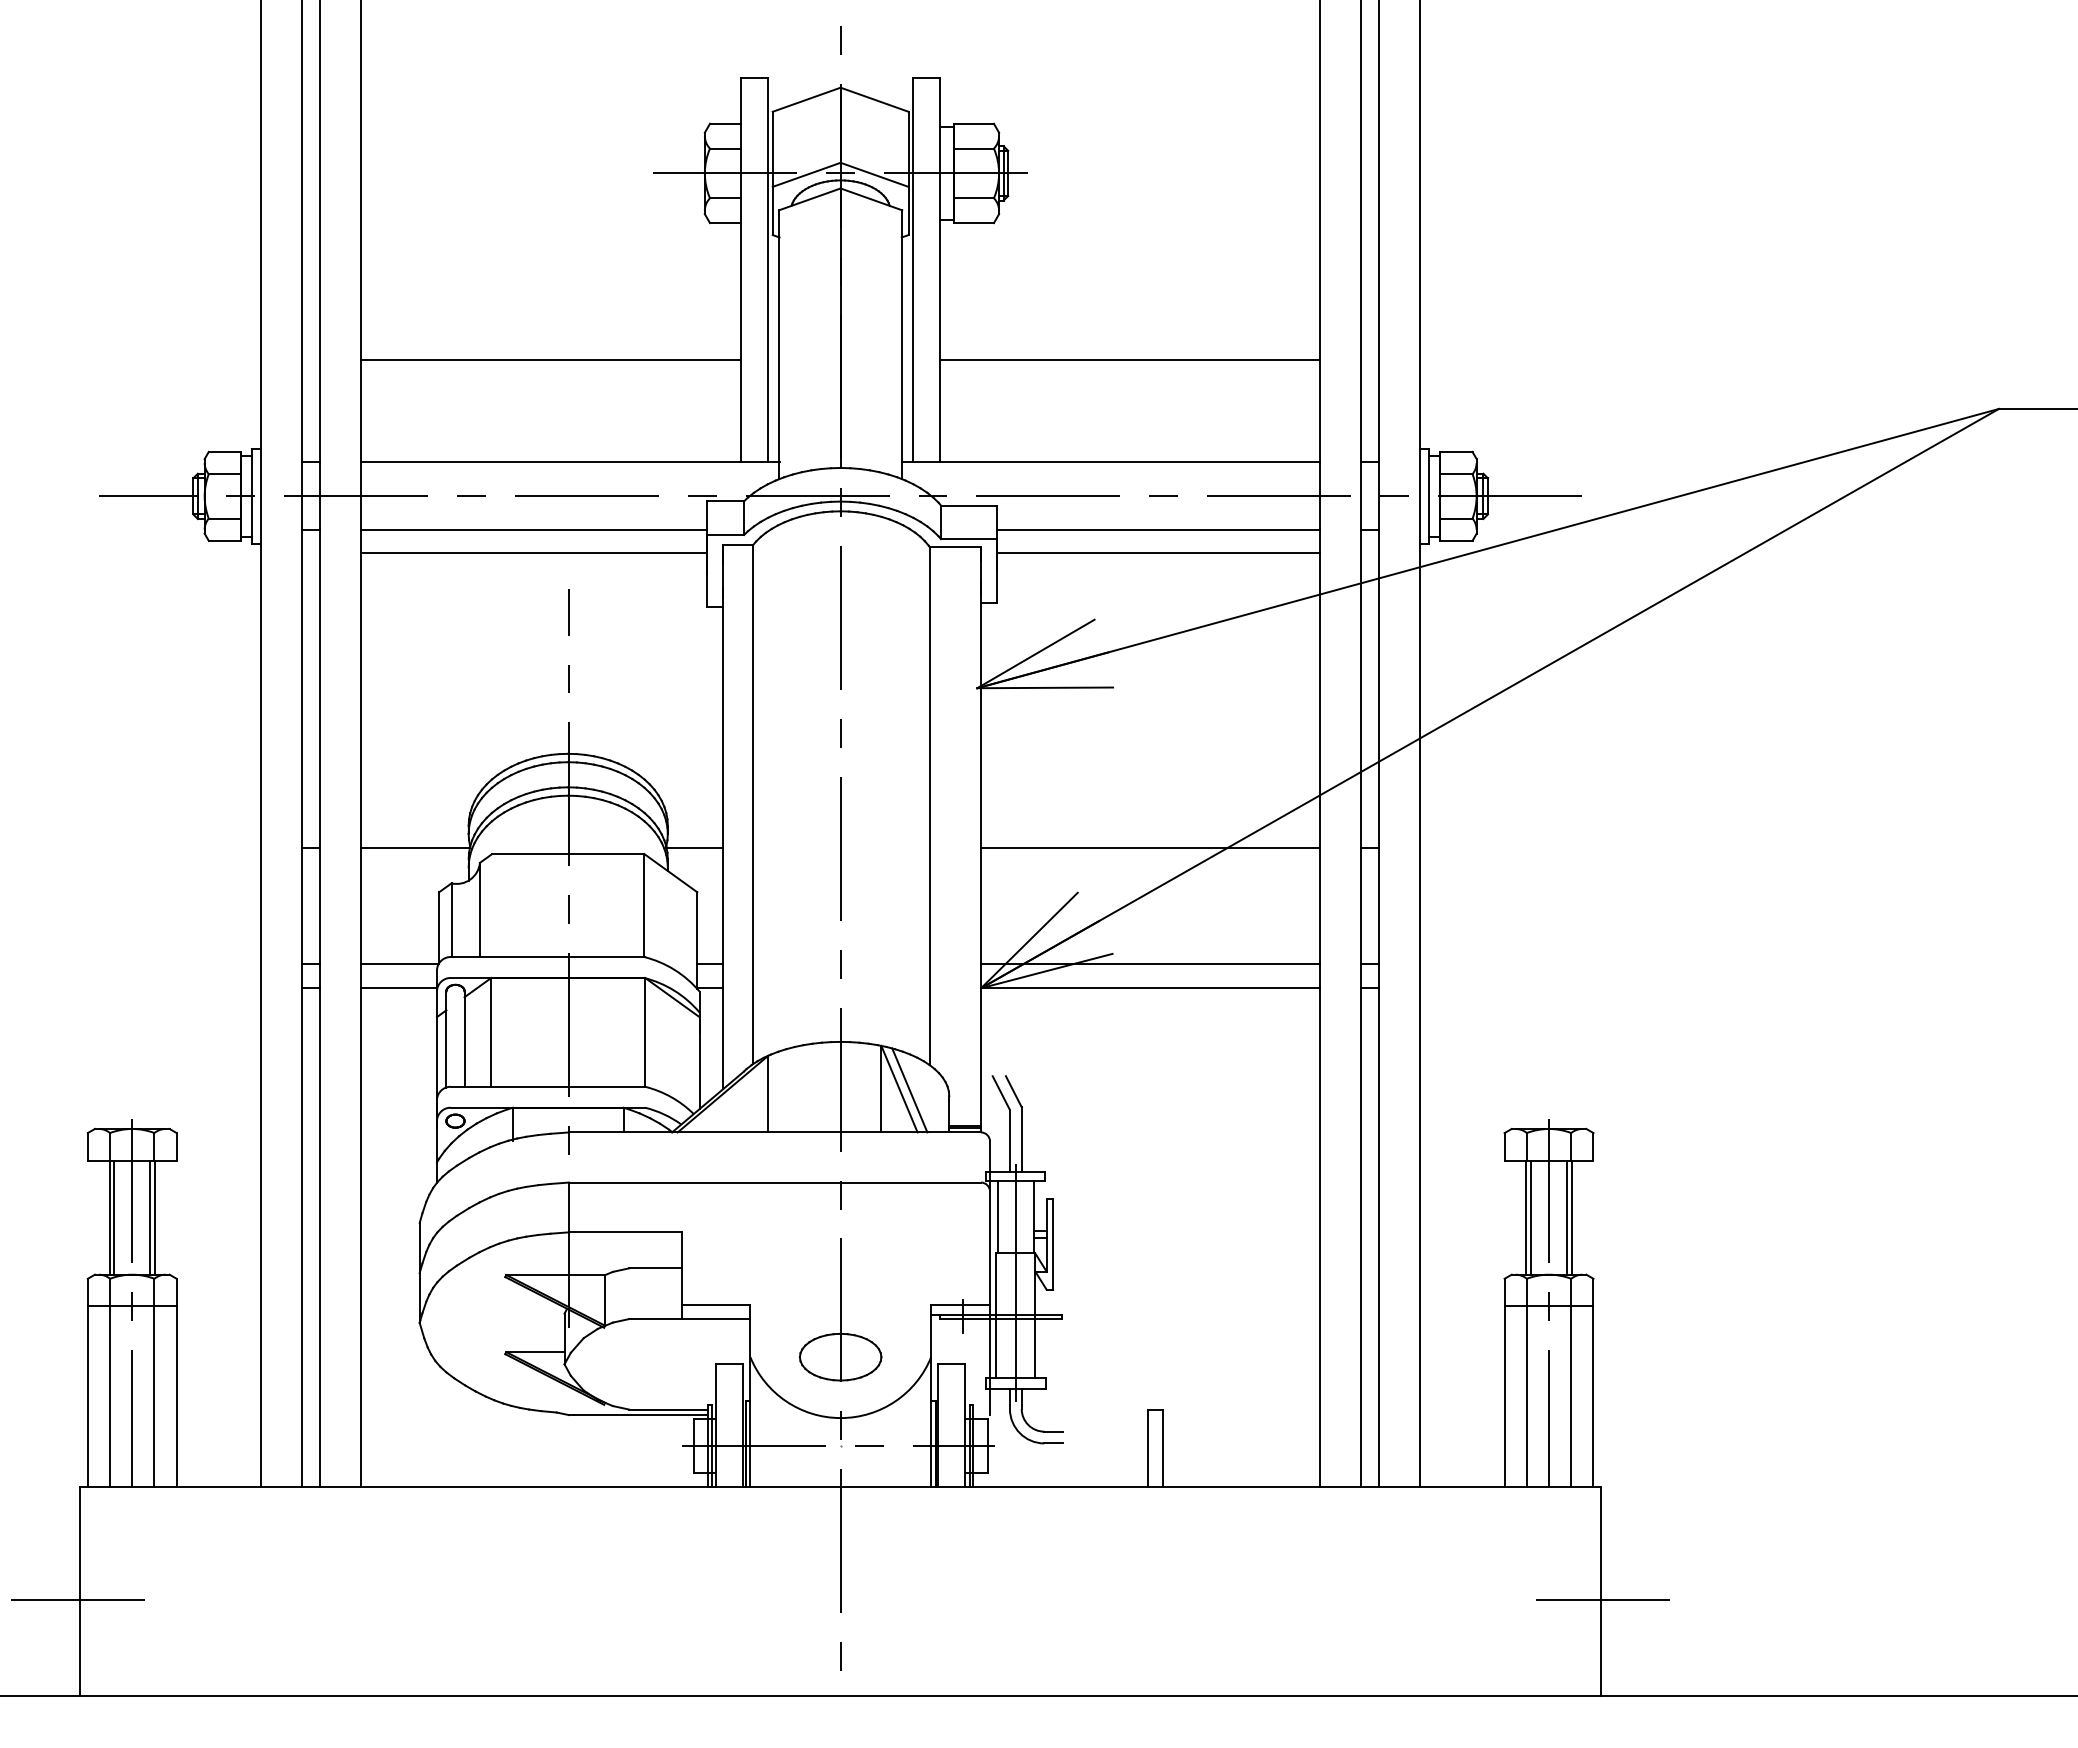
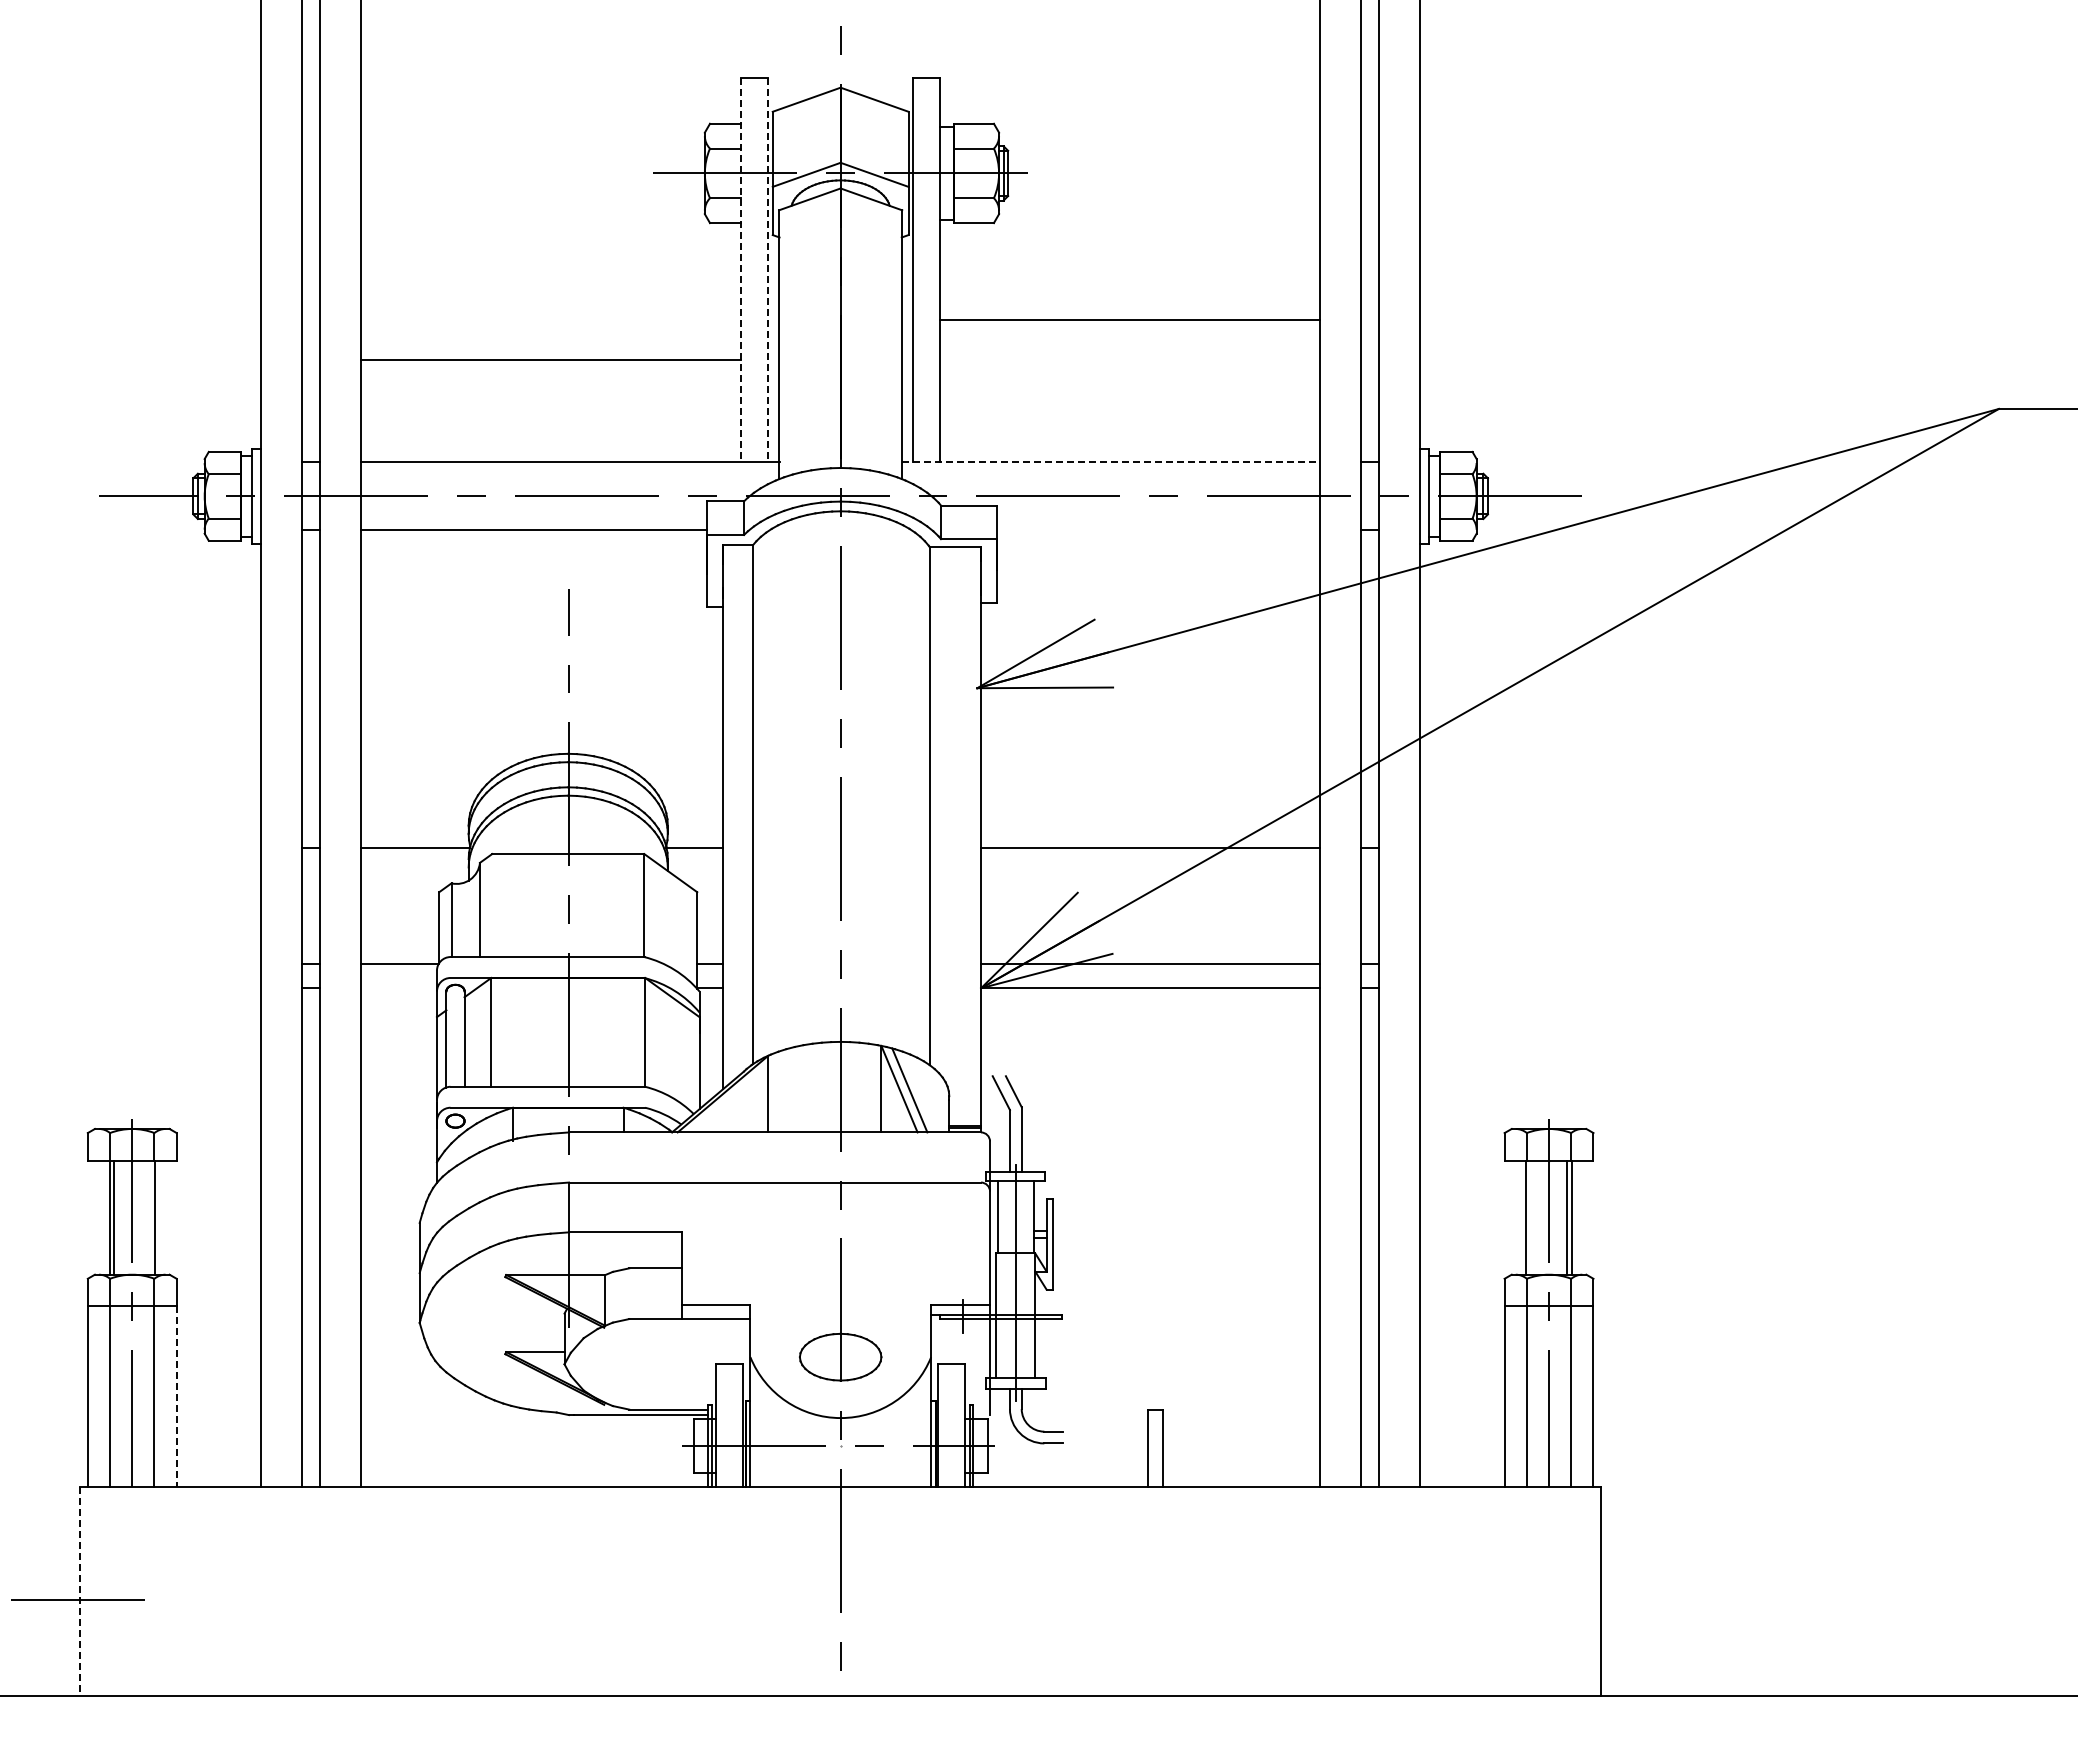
line at (741, 270): solid -> dashed
line at (768, 270): solid -> dashed
line at (1130, 359) position: (1130, 359) -> (1130, 319)
line at (1111, 462): solid -> dashed
line at (1158, 530): present -> none
line at (533, 553): present -> none
line at (1158, 553): present -> none
line at (398, 988): present -> none
line at (150, 1217): present -> none
line at (1530, 1217): present -> none
line at (176, 1396): solid -> dashed
line at (80, 1592): solid -> dashed
line at (1602, 1599): present -> none
